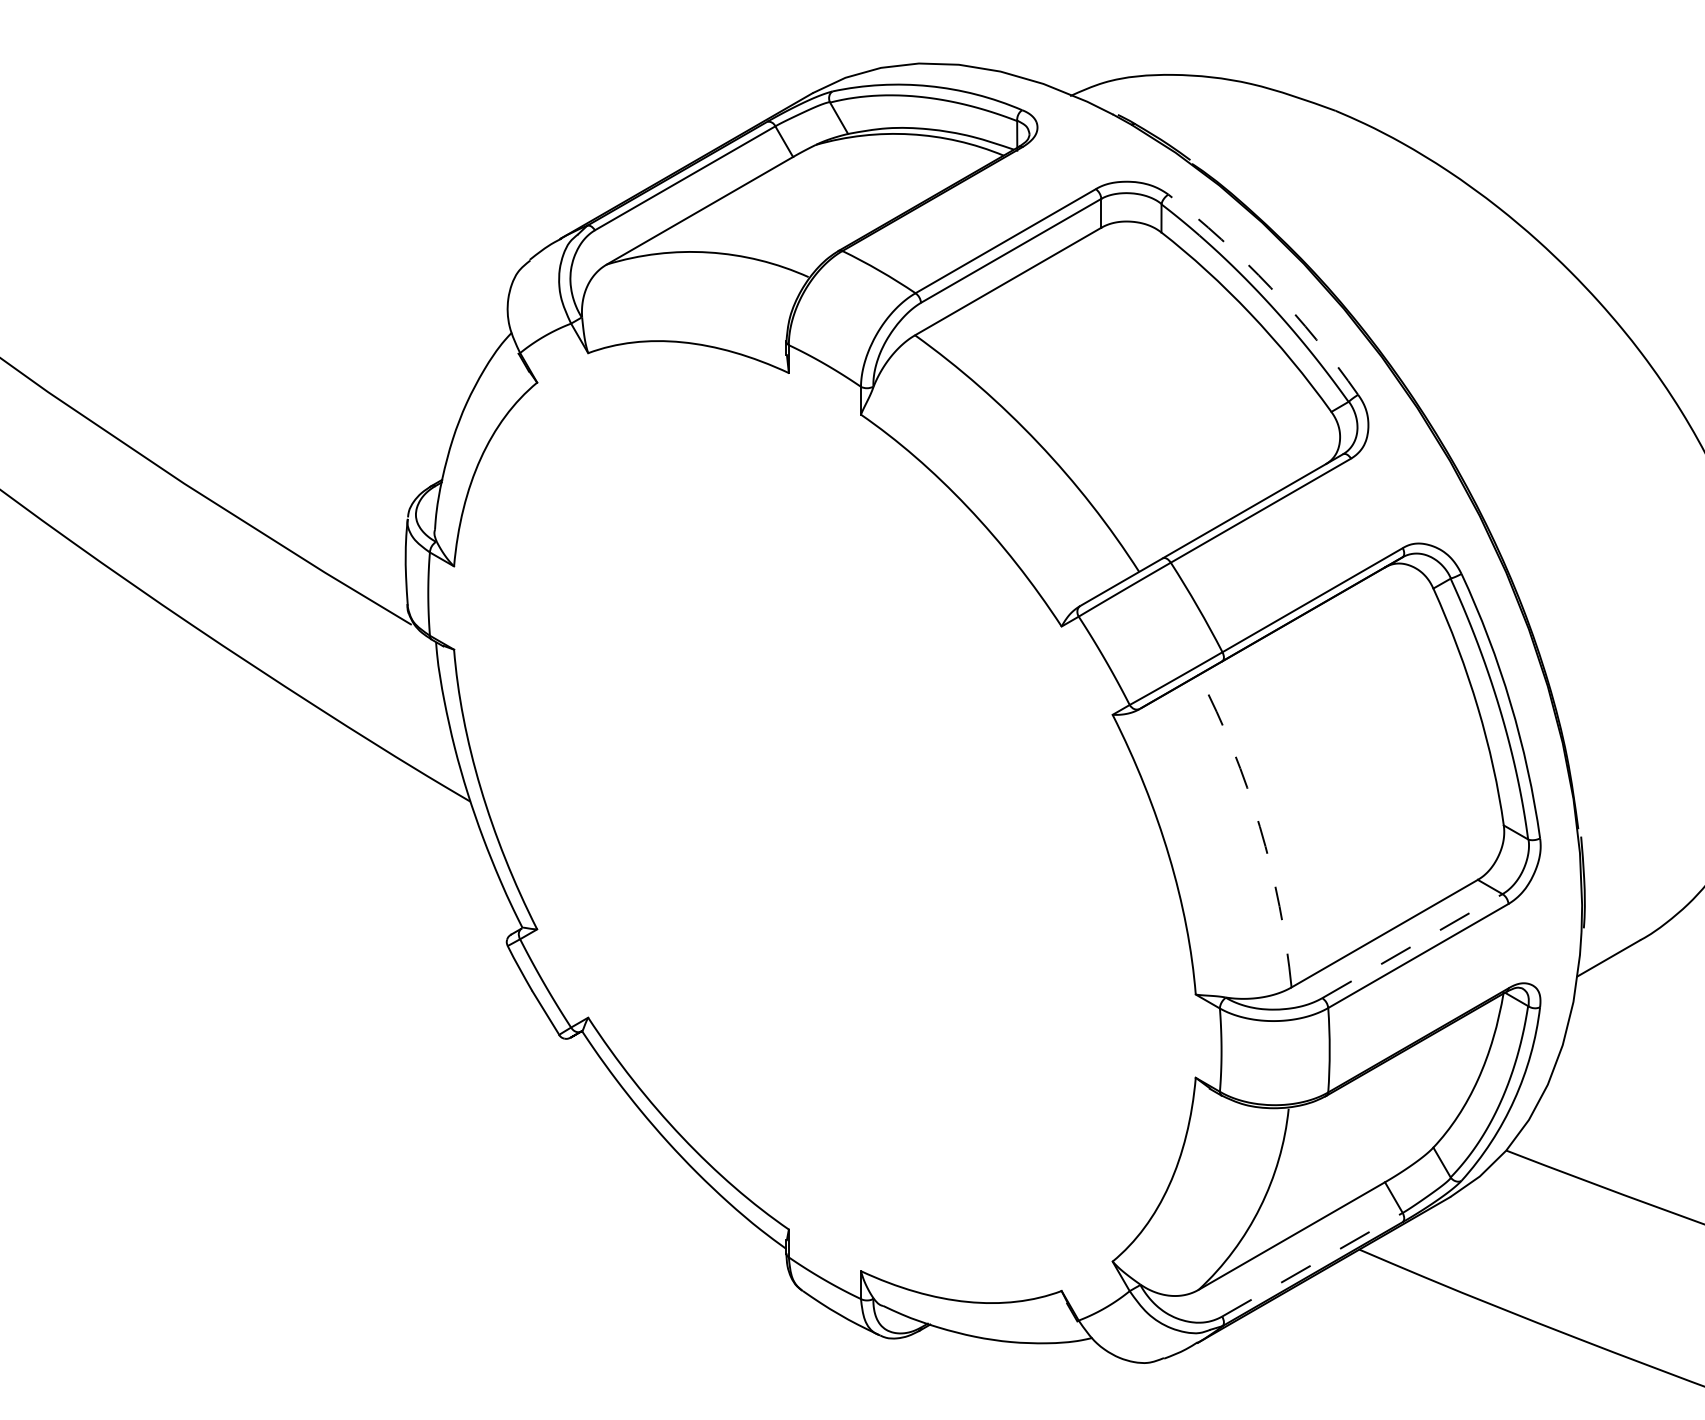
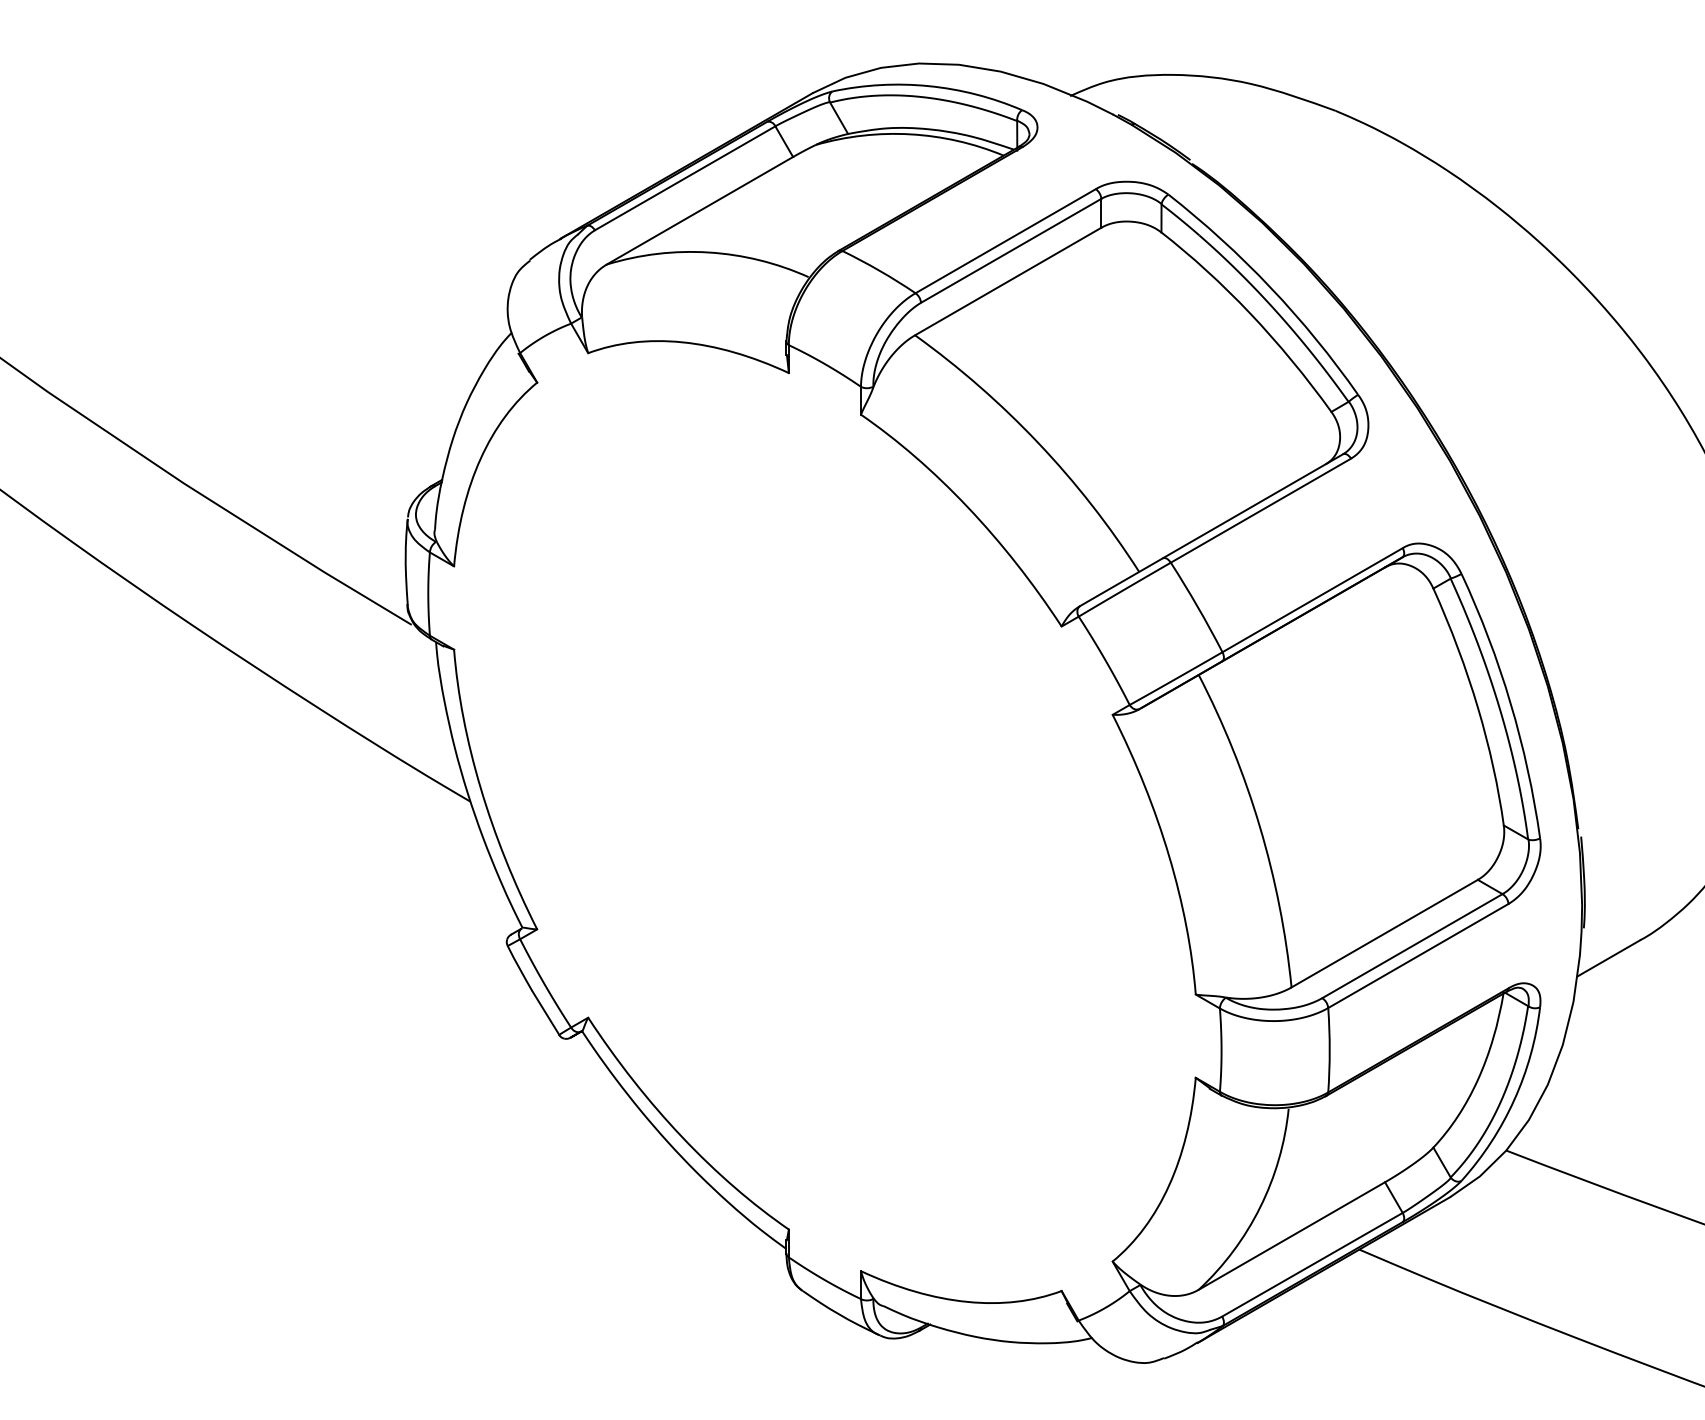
arc at (1270, 287): dashed -> solid
arc at (1259, 826): dashed -> solid
line at (1412, 945): dashed -> solid
line at (1312, 1264): dashed -> solid
